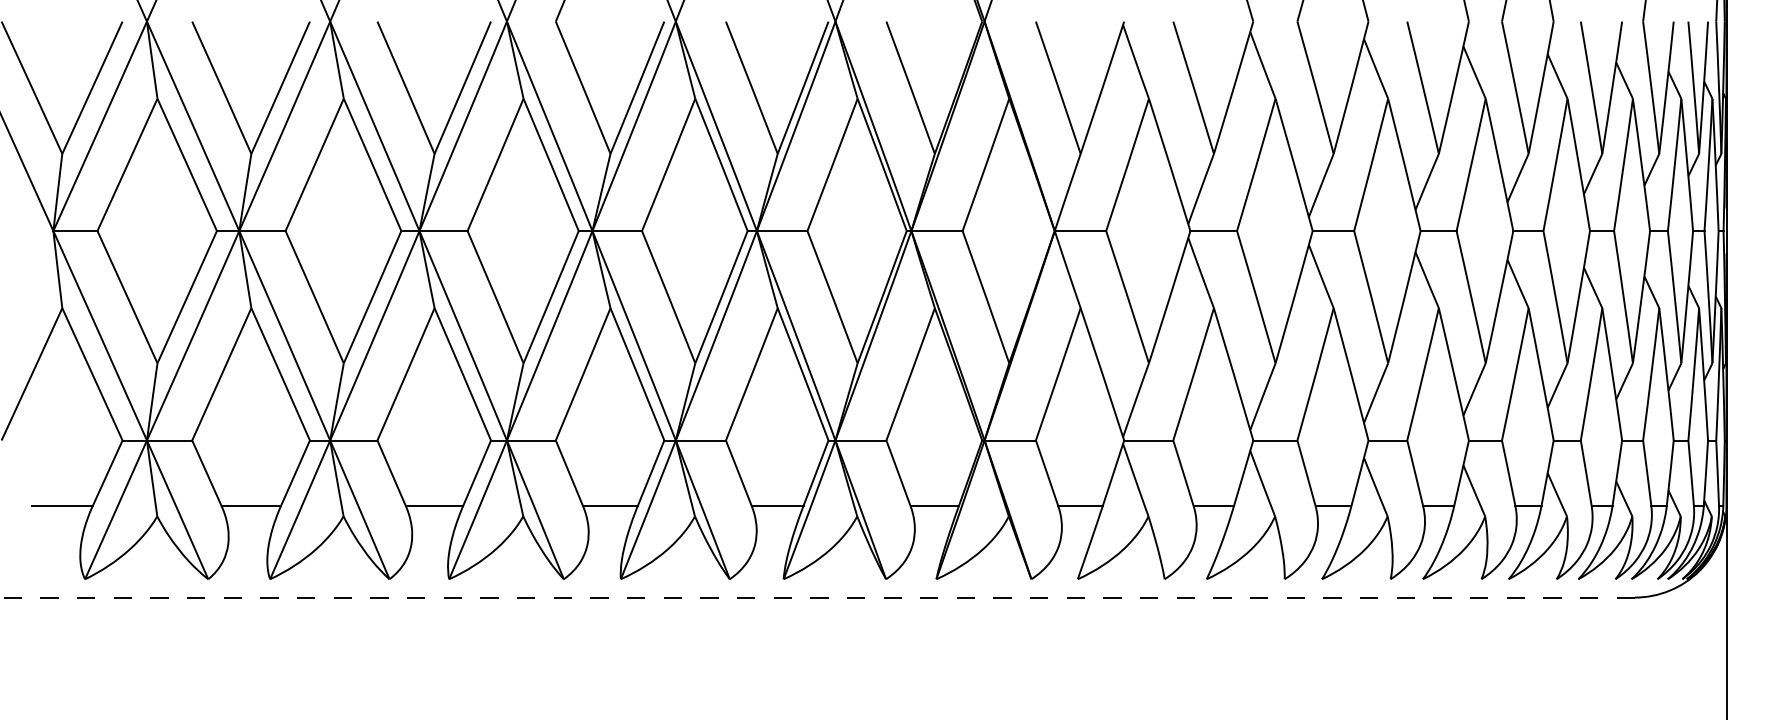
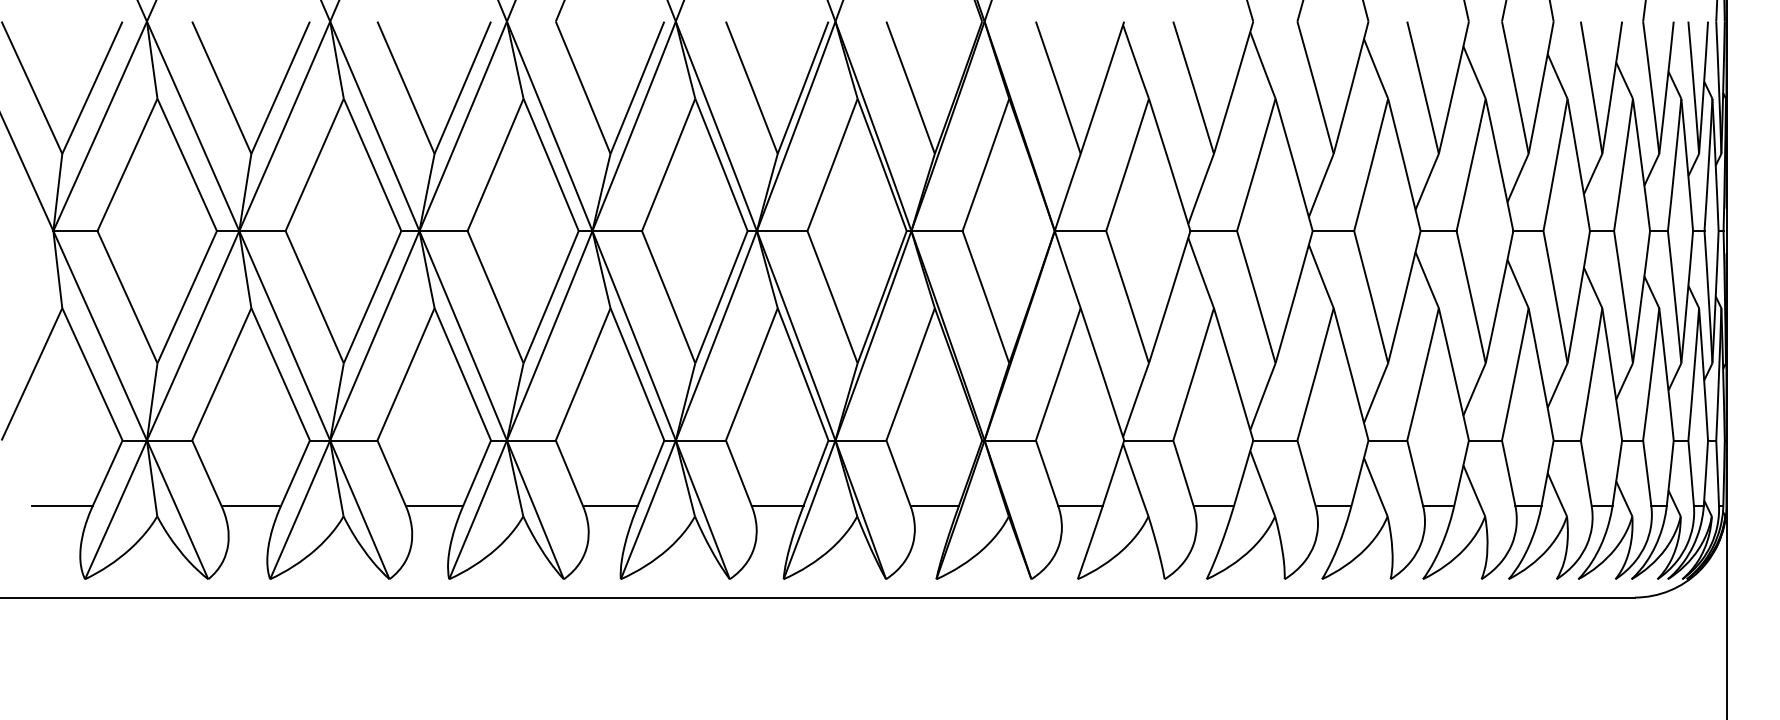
line at (817, 597): dashed -> solid
